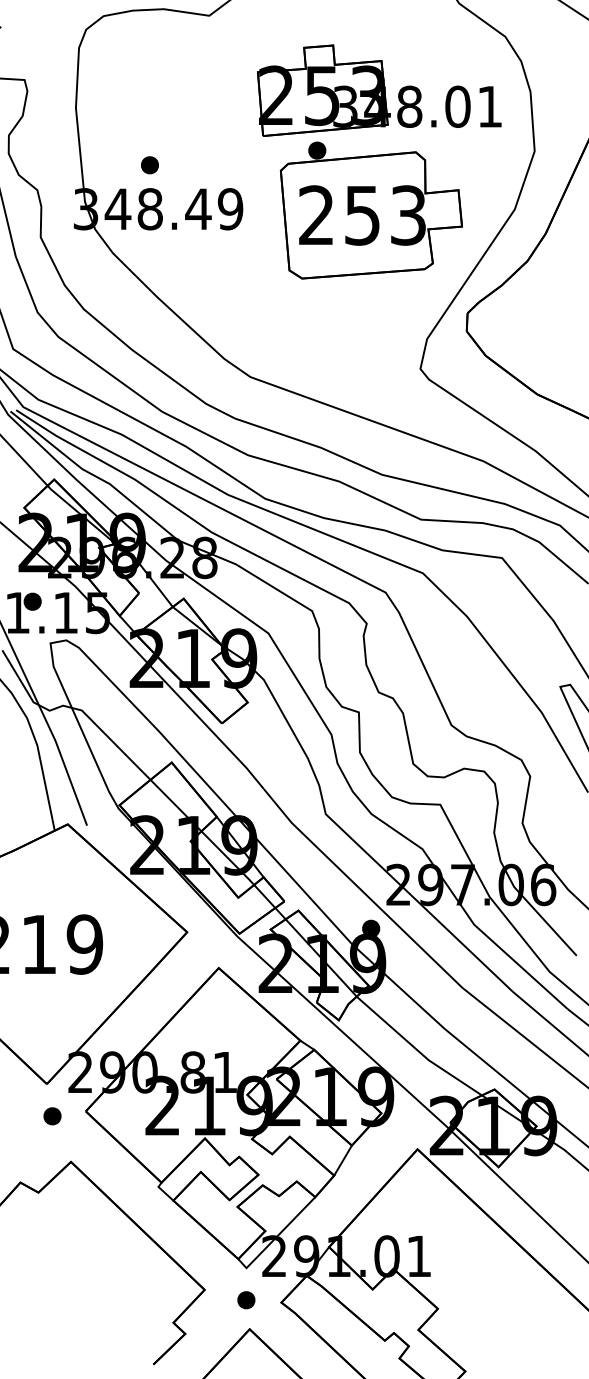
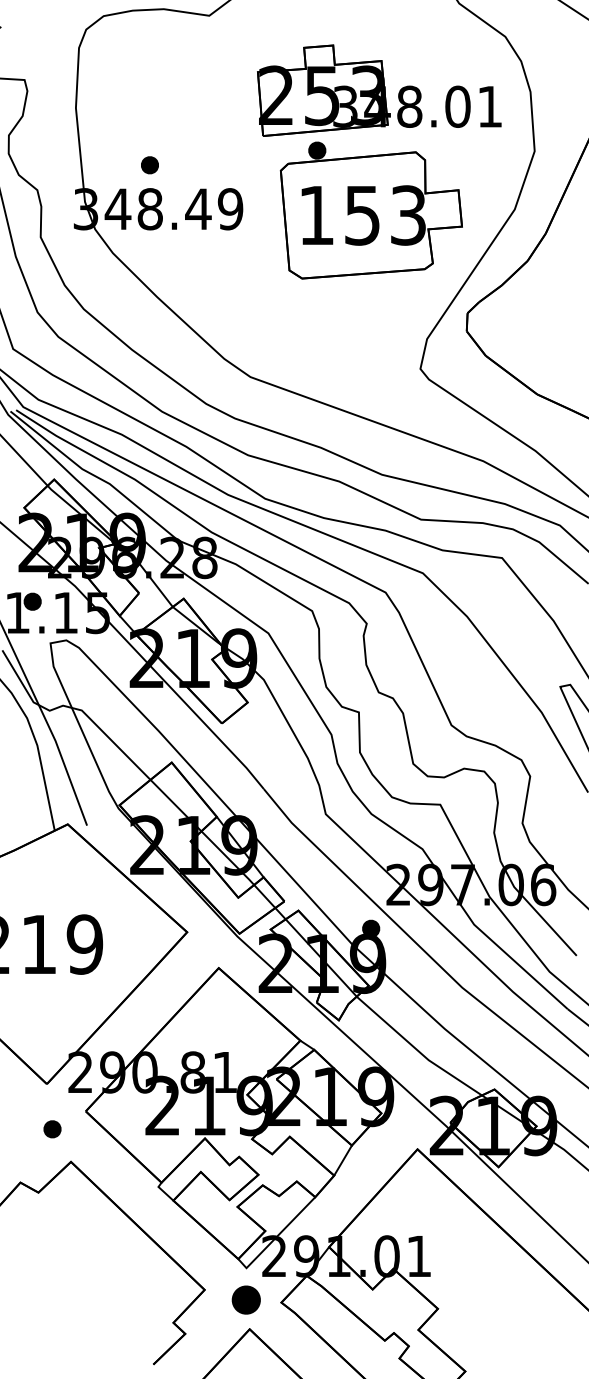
text at (316, 214): 253 -> 153
part at (52, 1116) position: (52, 1116) -> (52, 1129)
part at (246, 1300) size: 19x19 px -> 30x30 px
